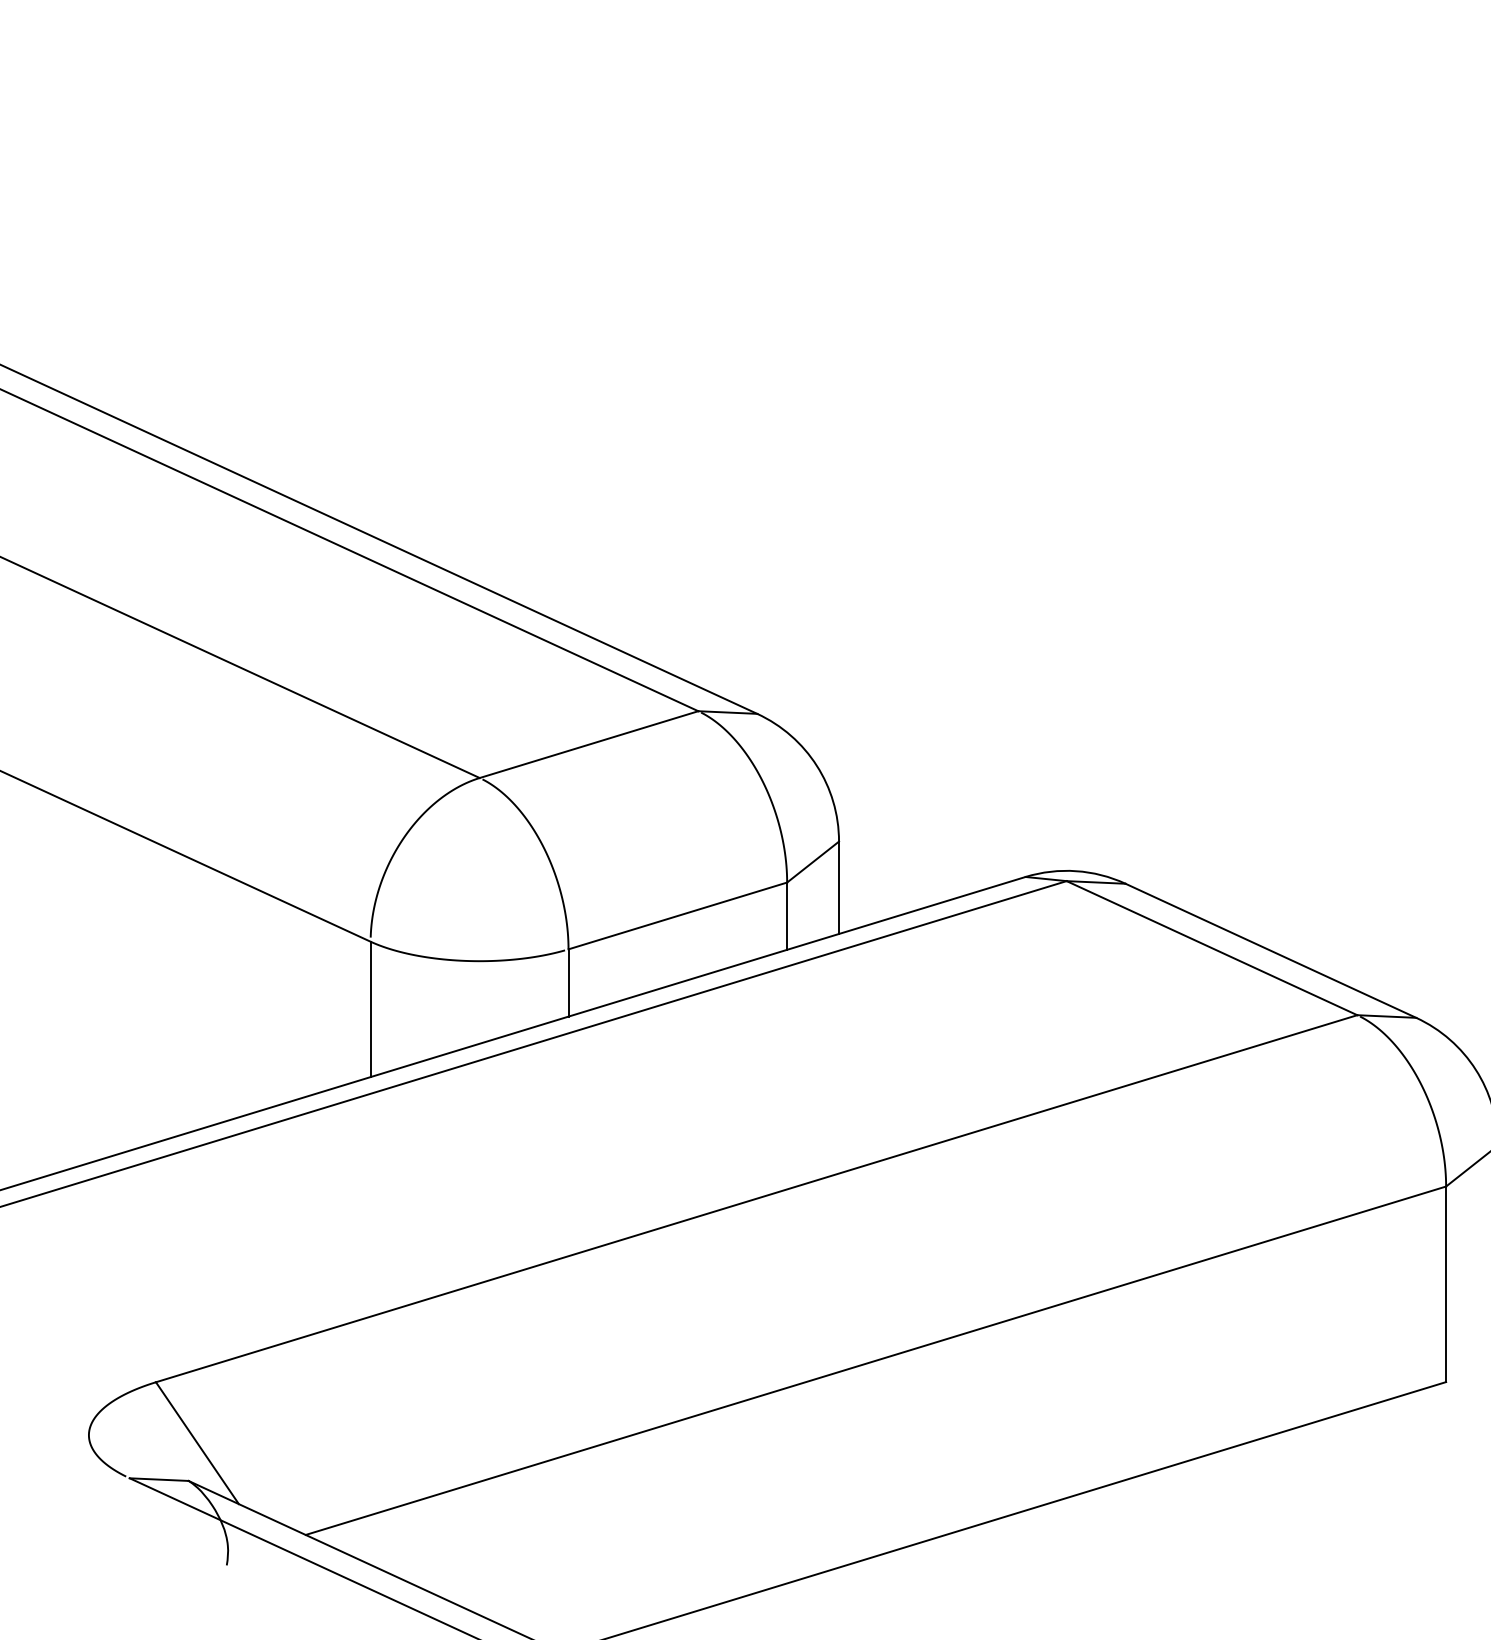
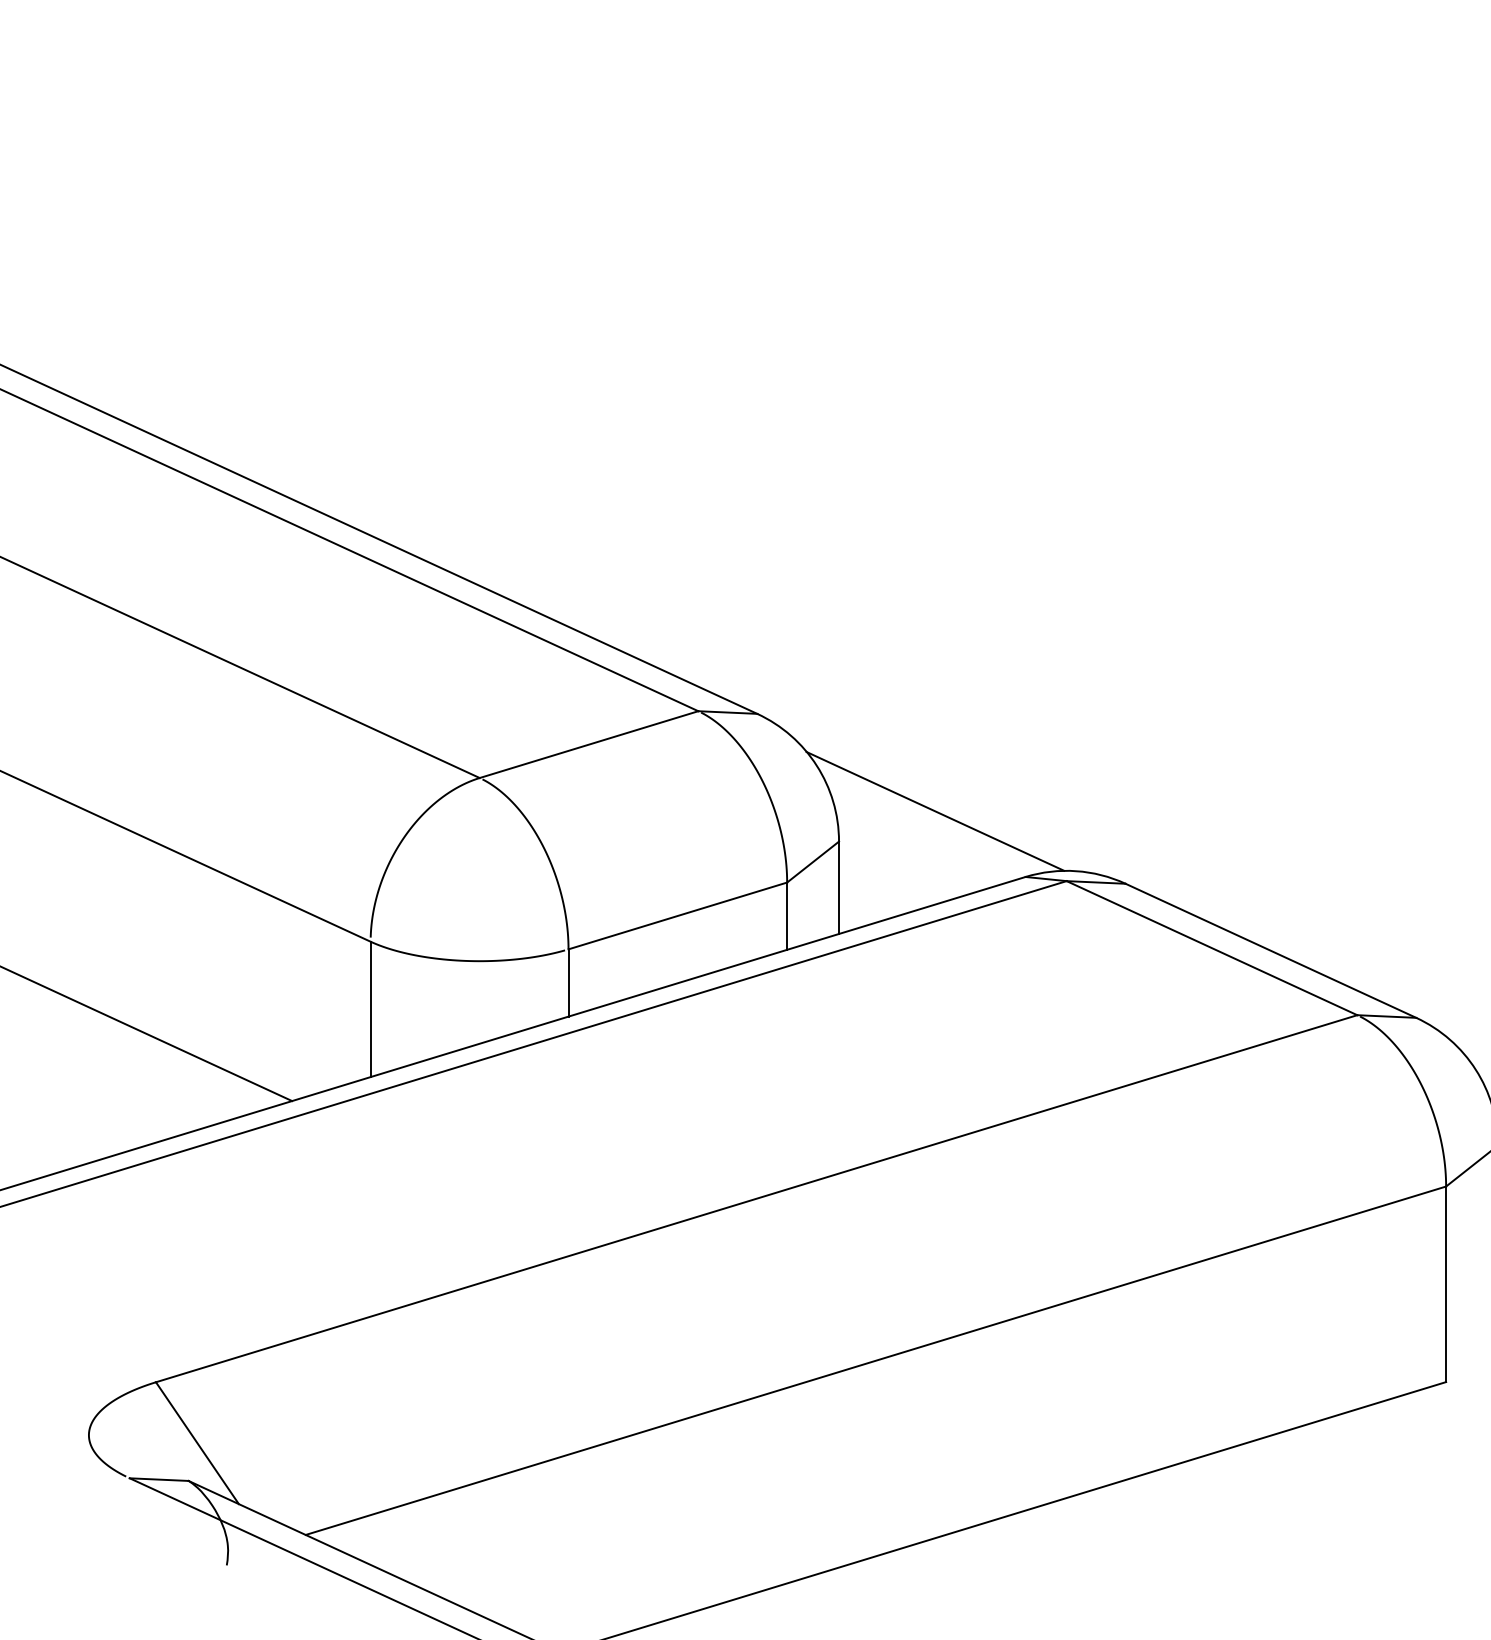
line at (935, 810): none -> present
line at (147, 1034): none -> present
